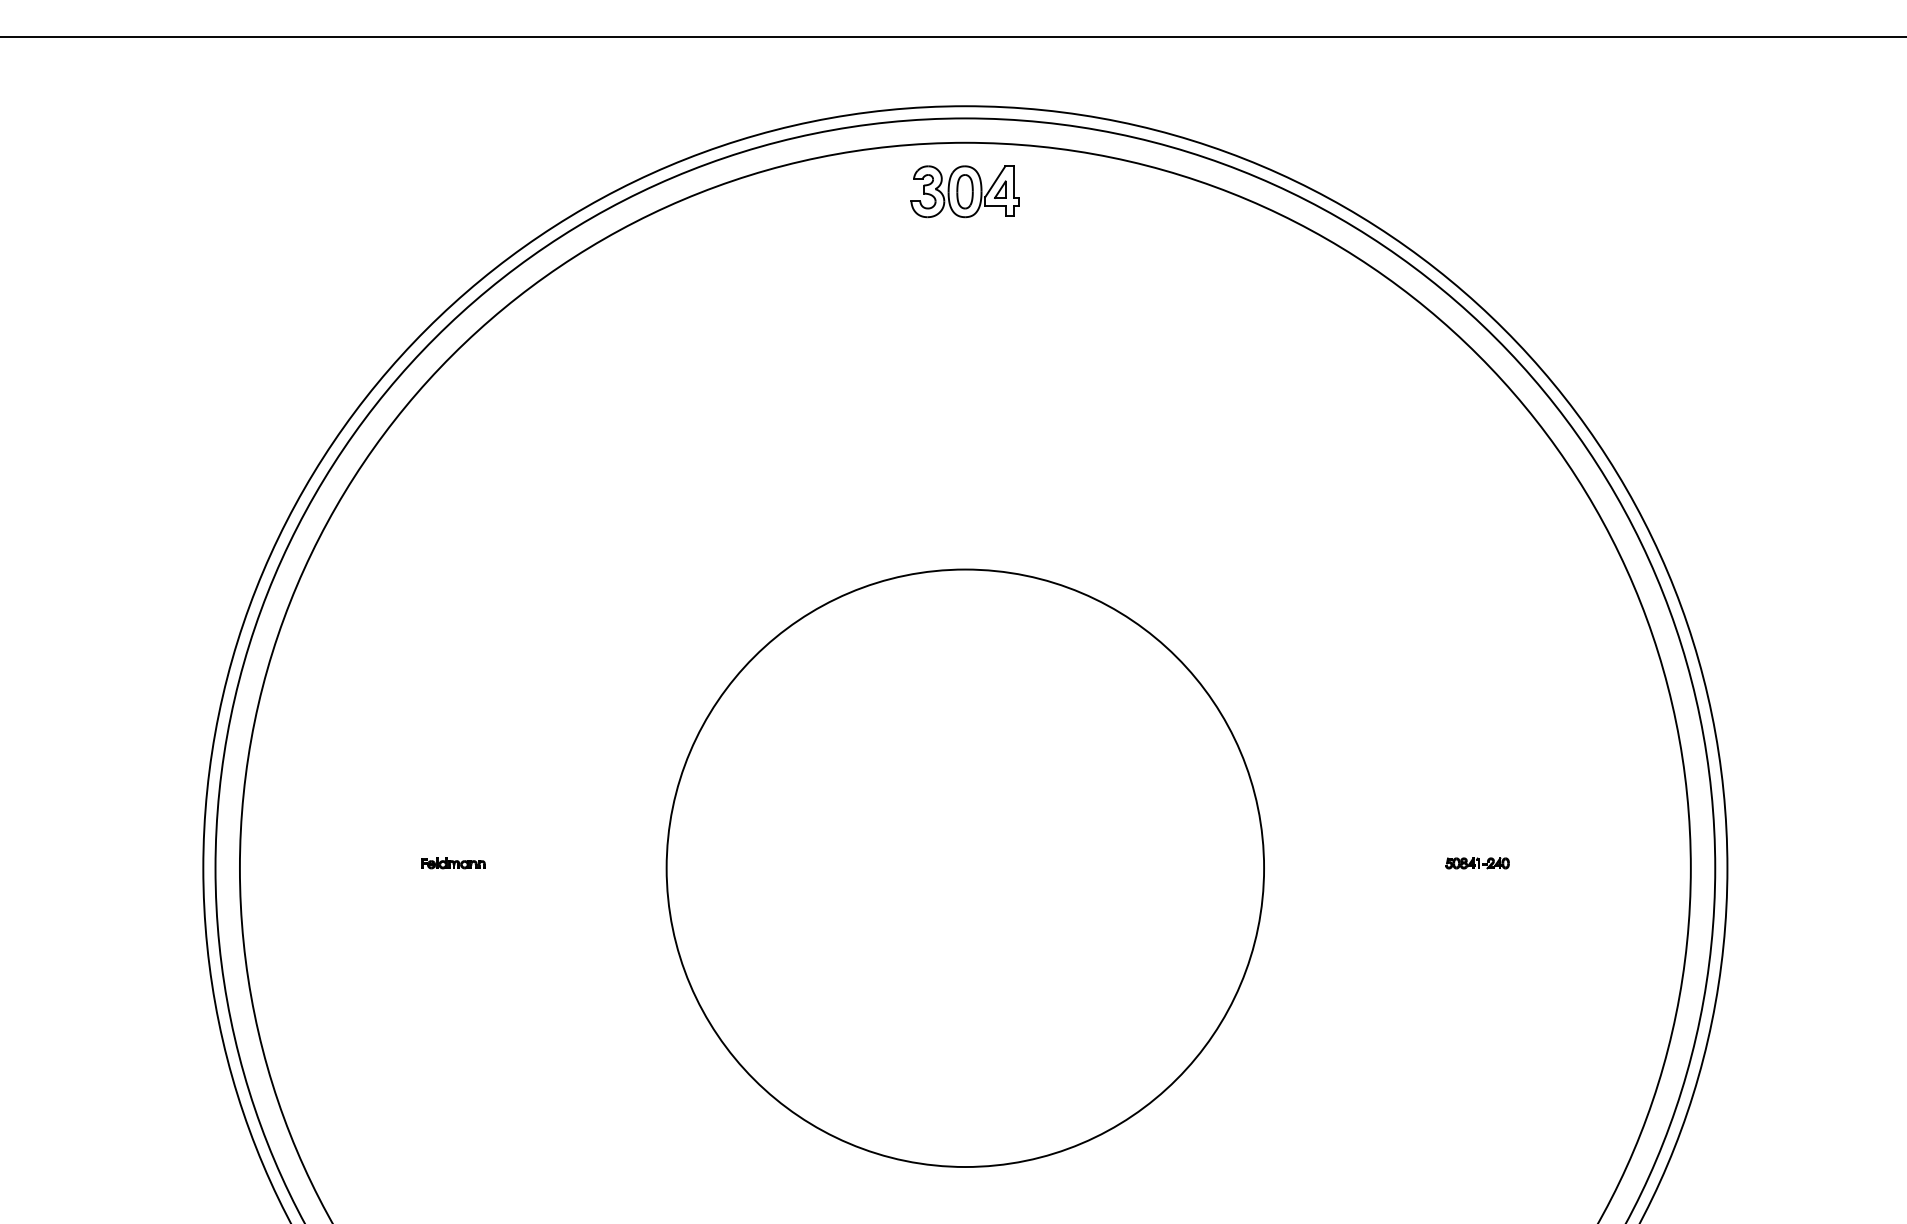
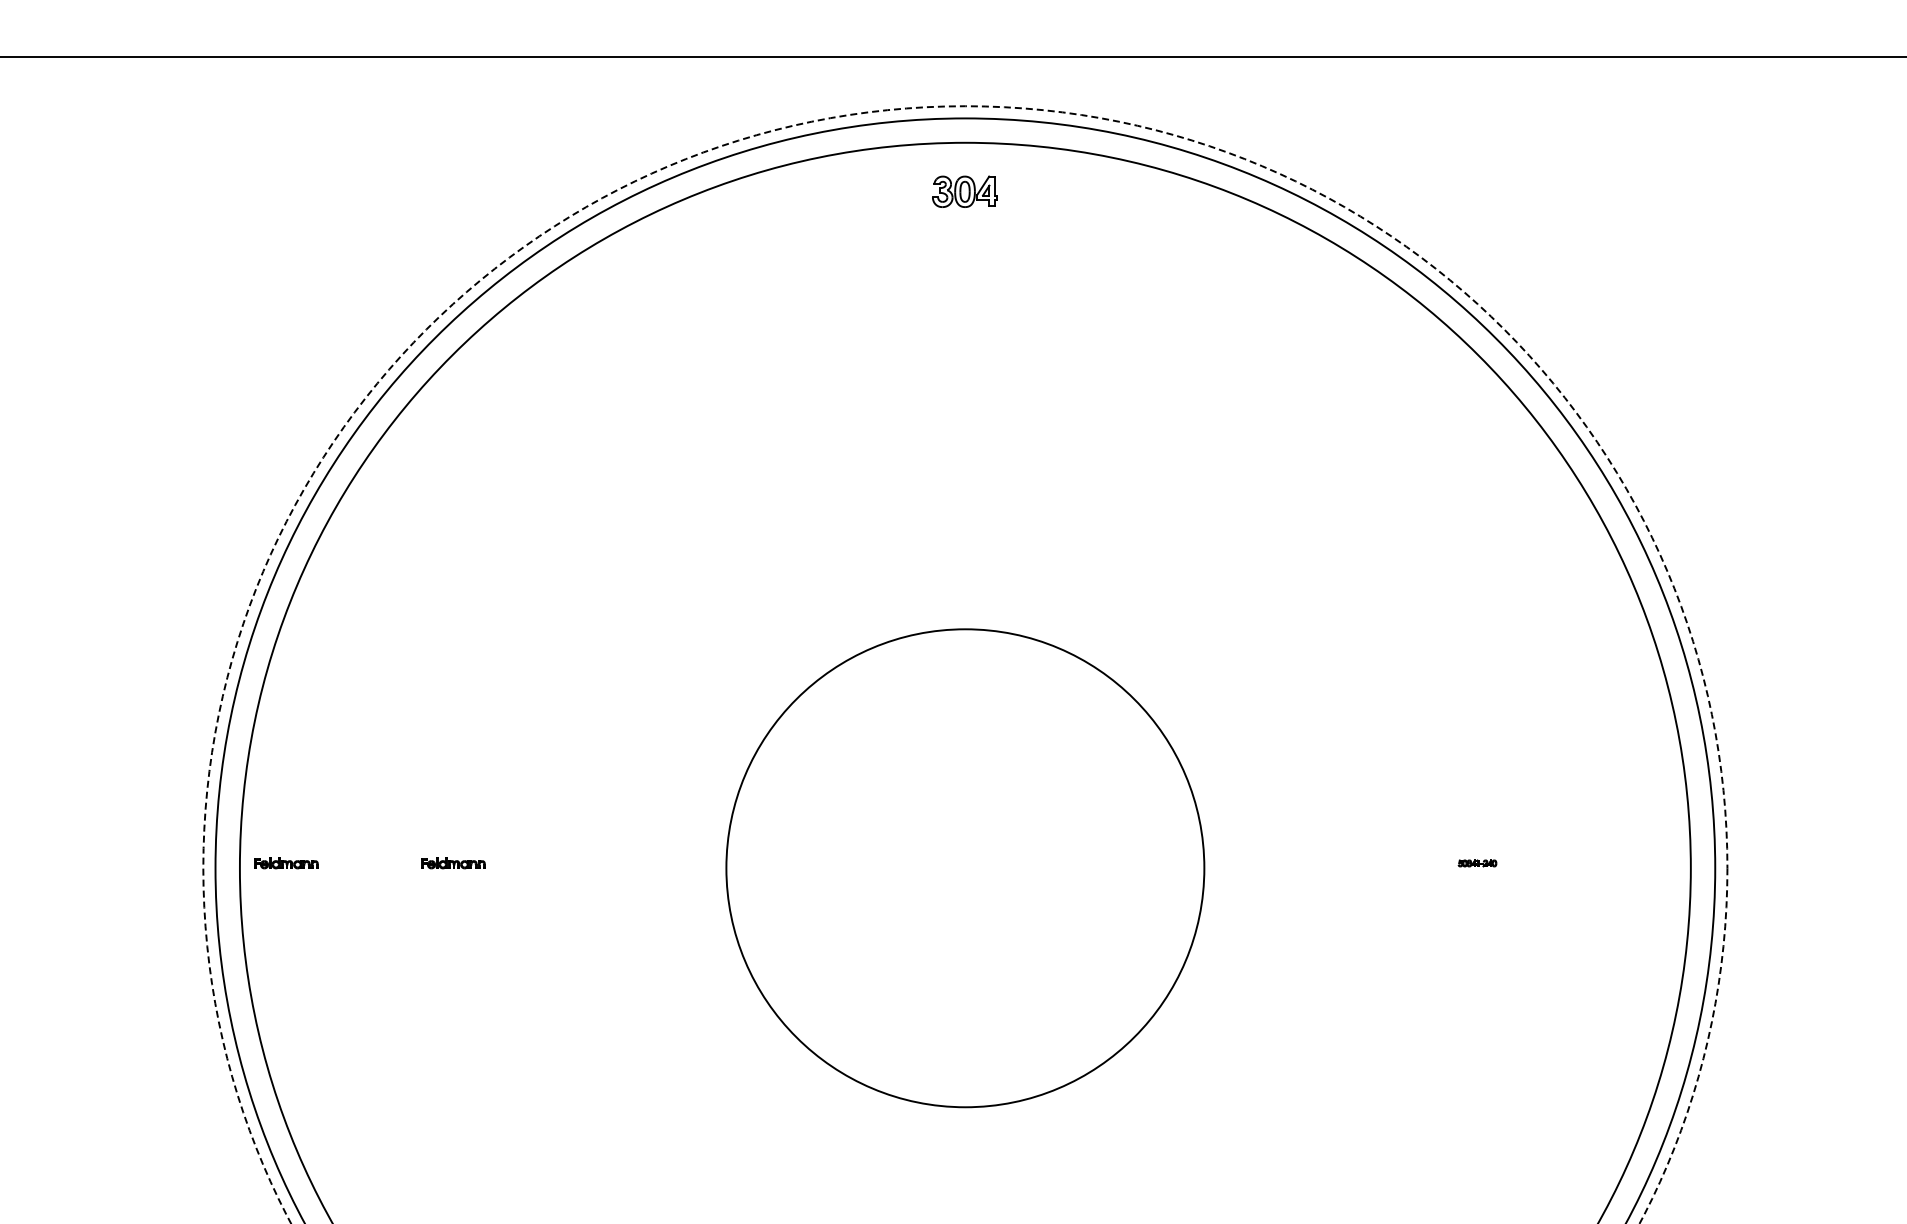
line at (952, 36) position: (952, 36) -> (952, 56)
part at (964, 191) size: 110x54 px -> 66x33 px
circle at (965, 664): solid -> dashed
part at (286, 863): none -> present
part at (1477, 863) size: 65x13 px -> 41x9 px
circle at (965, 868) diameter: 597 px -> 478 px
